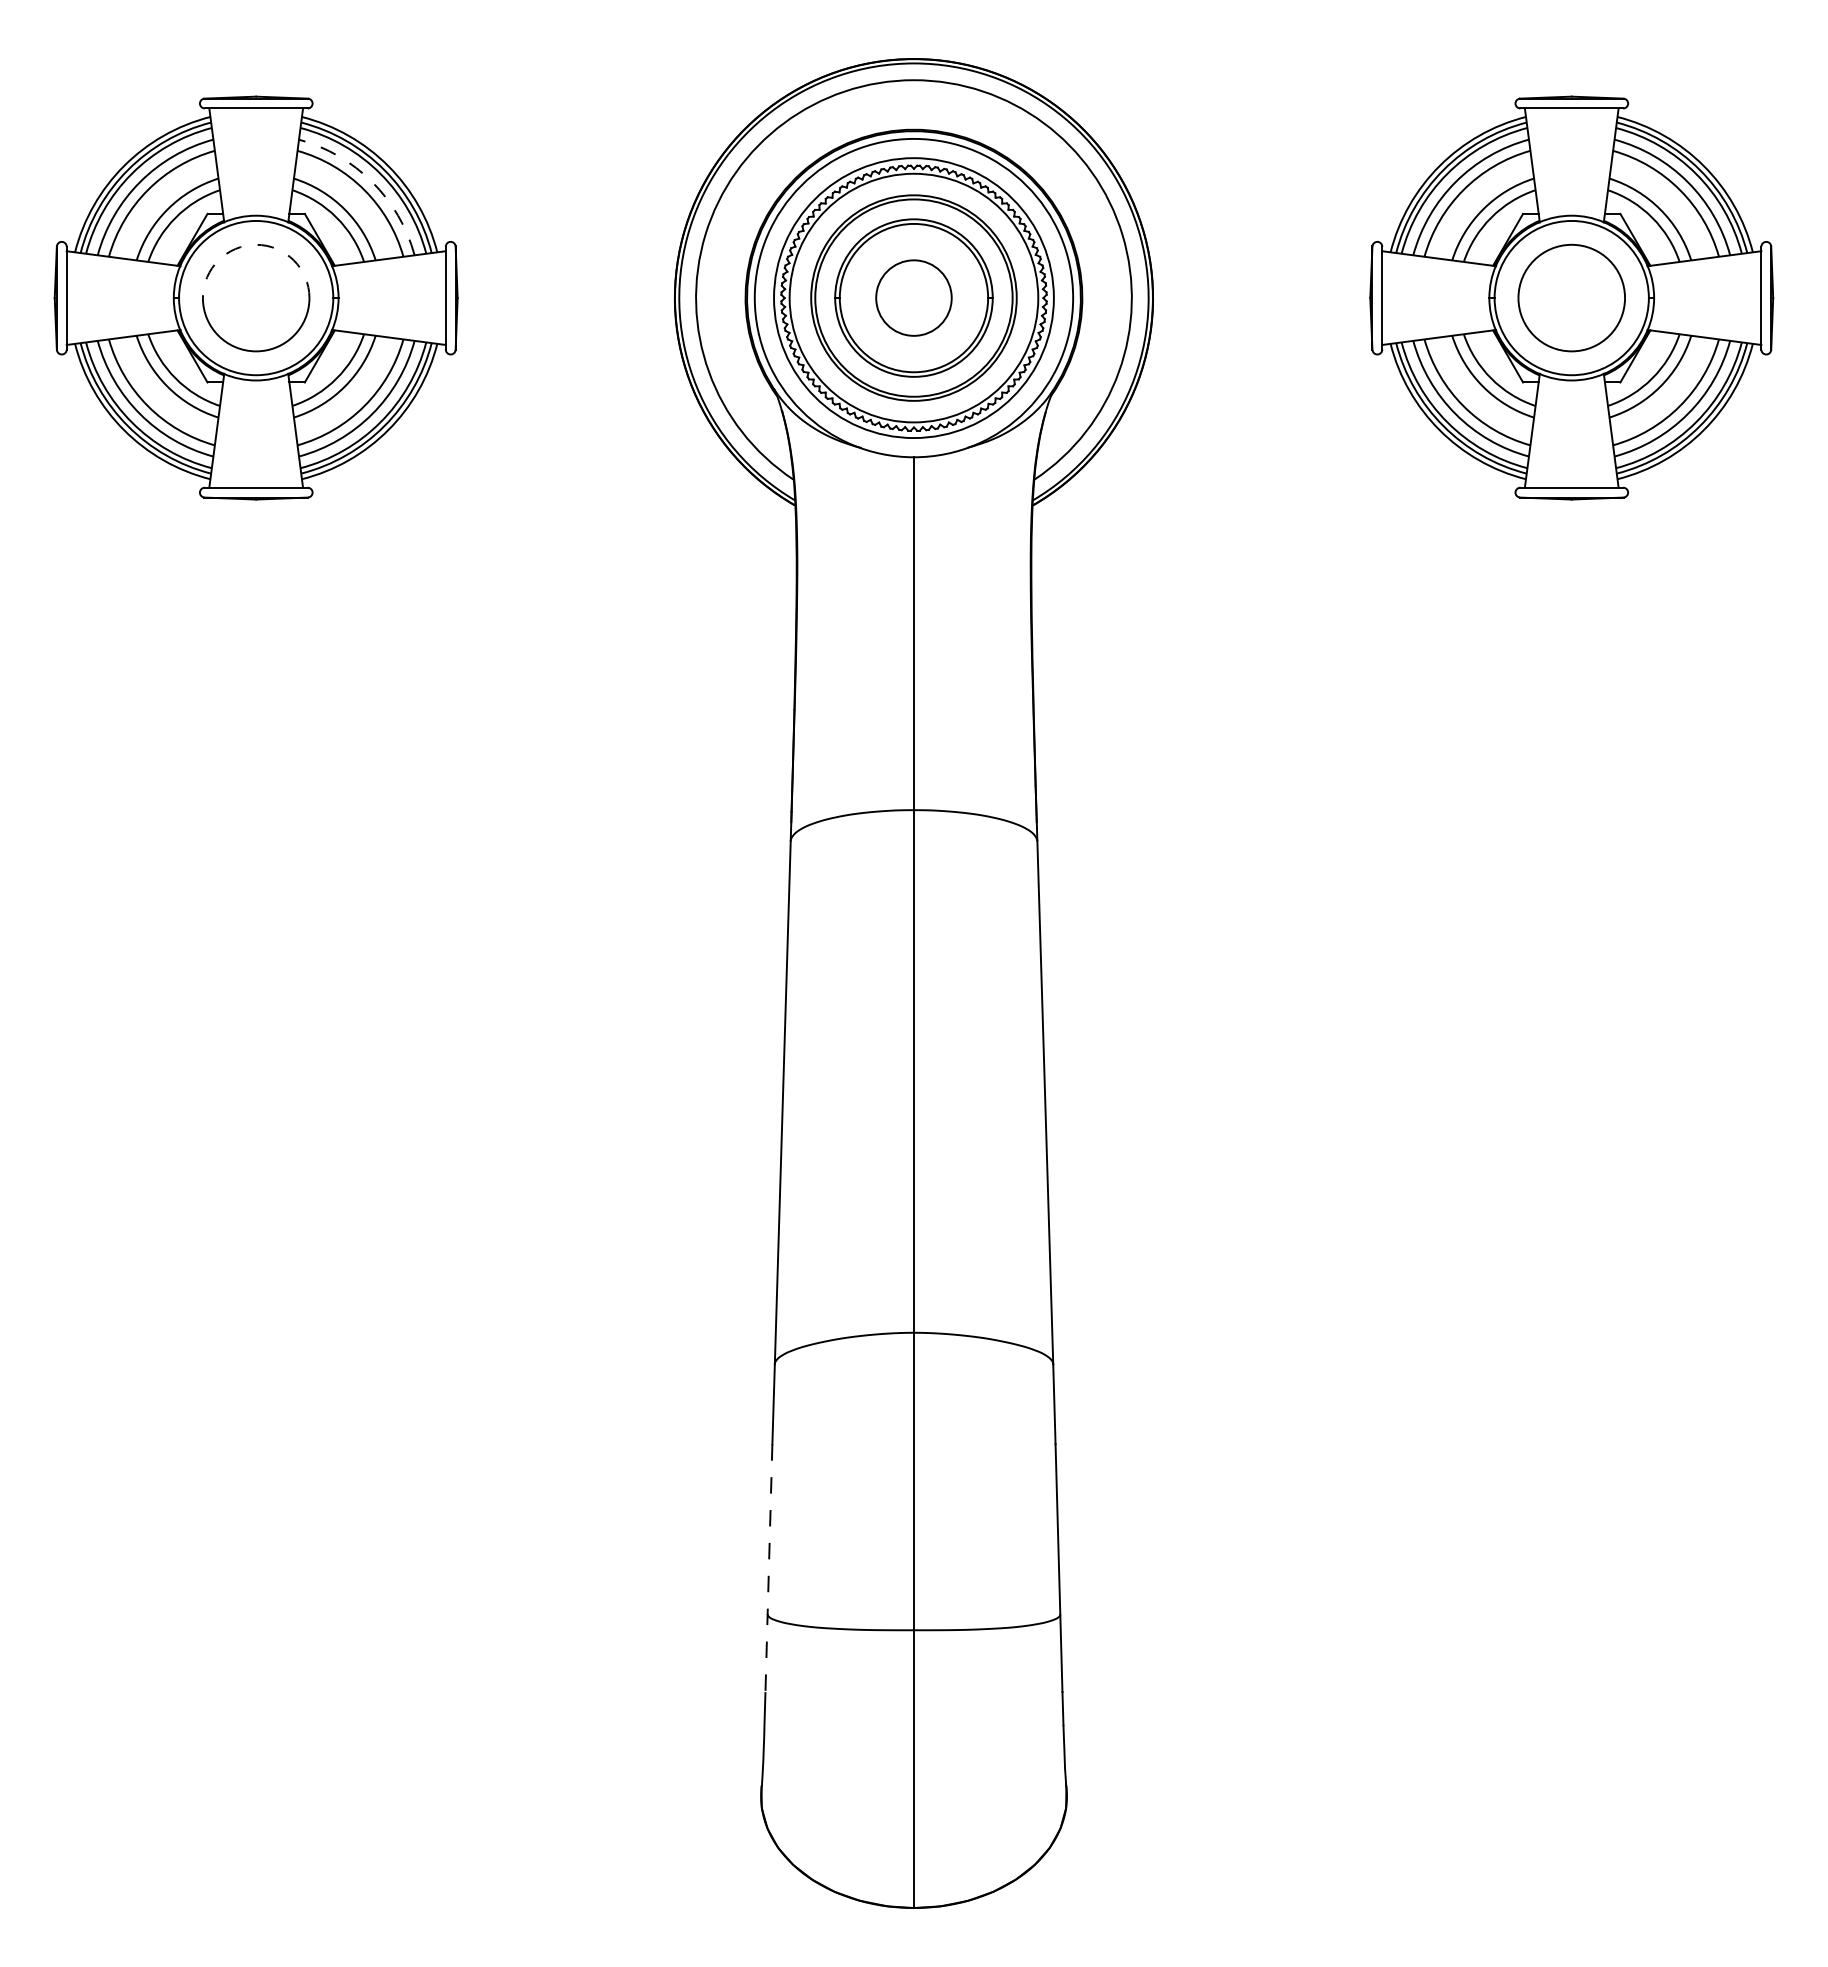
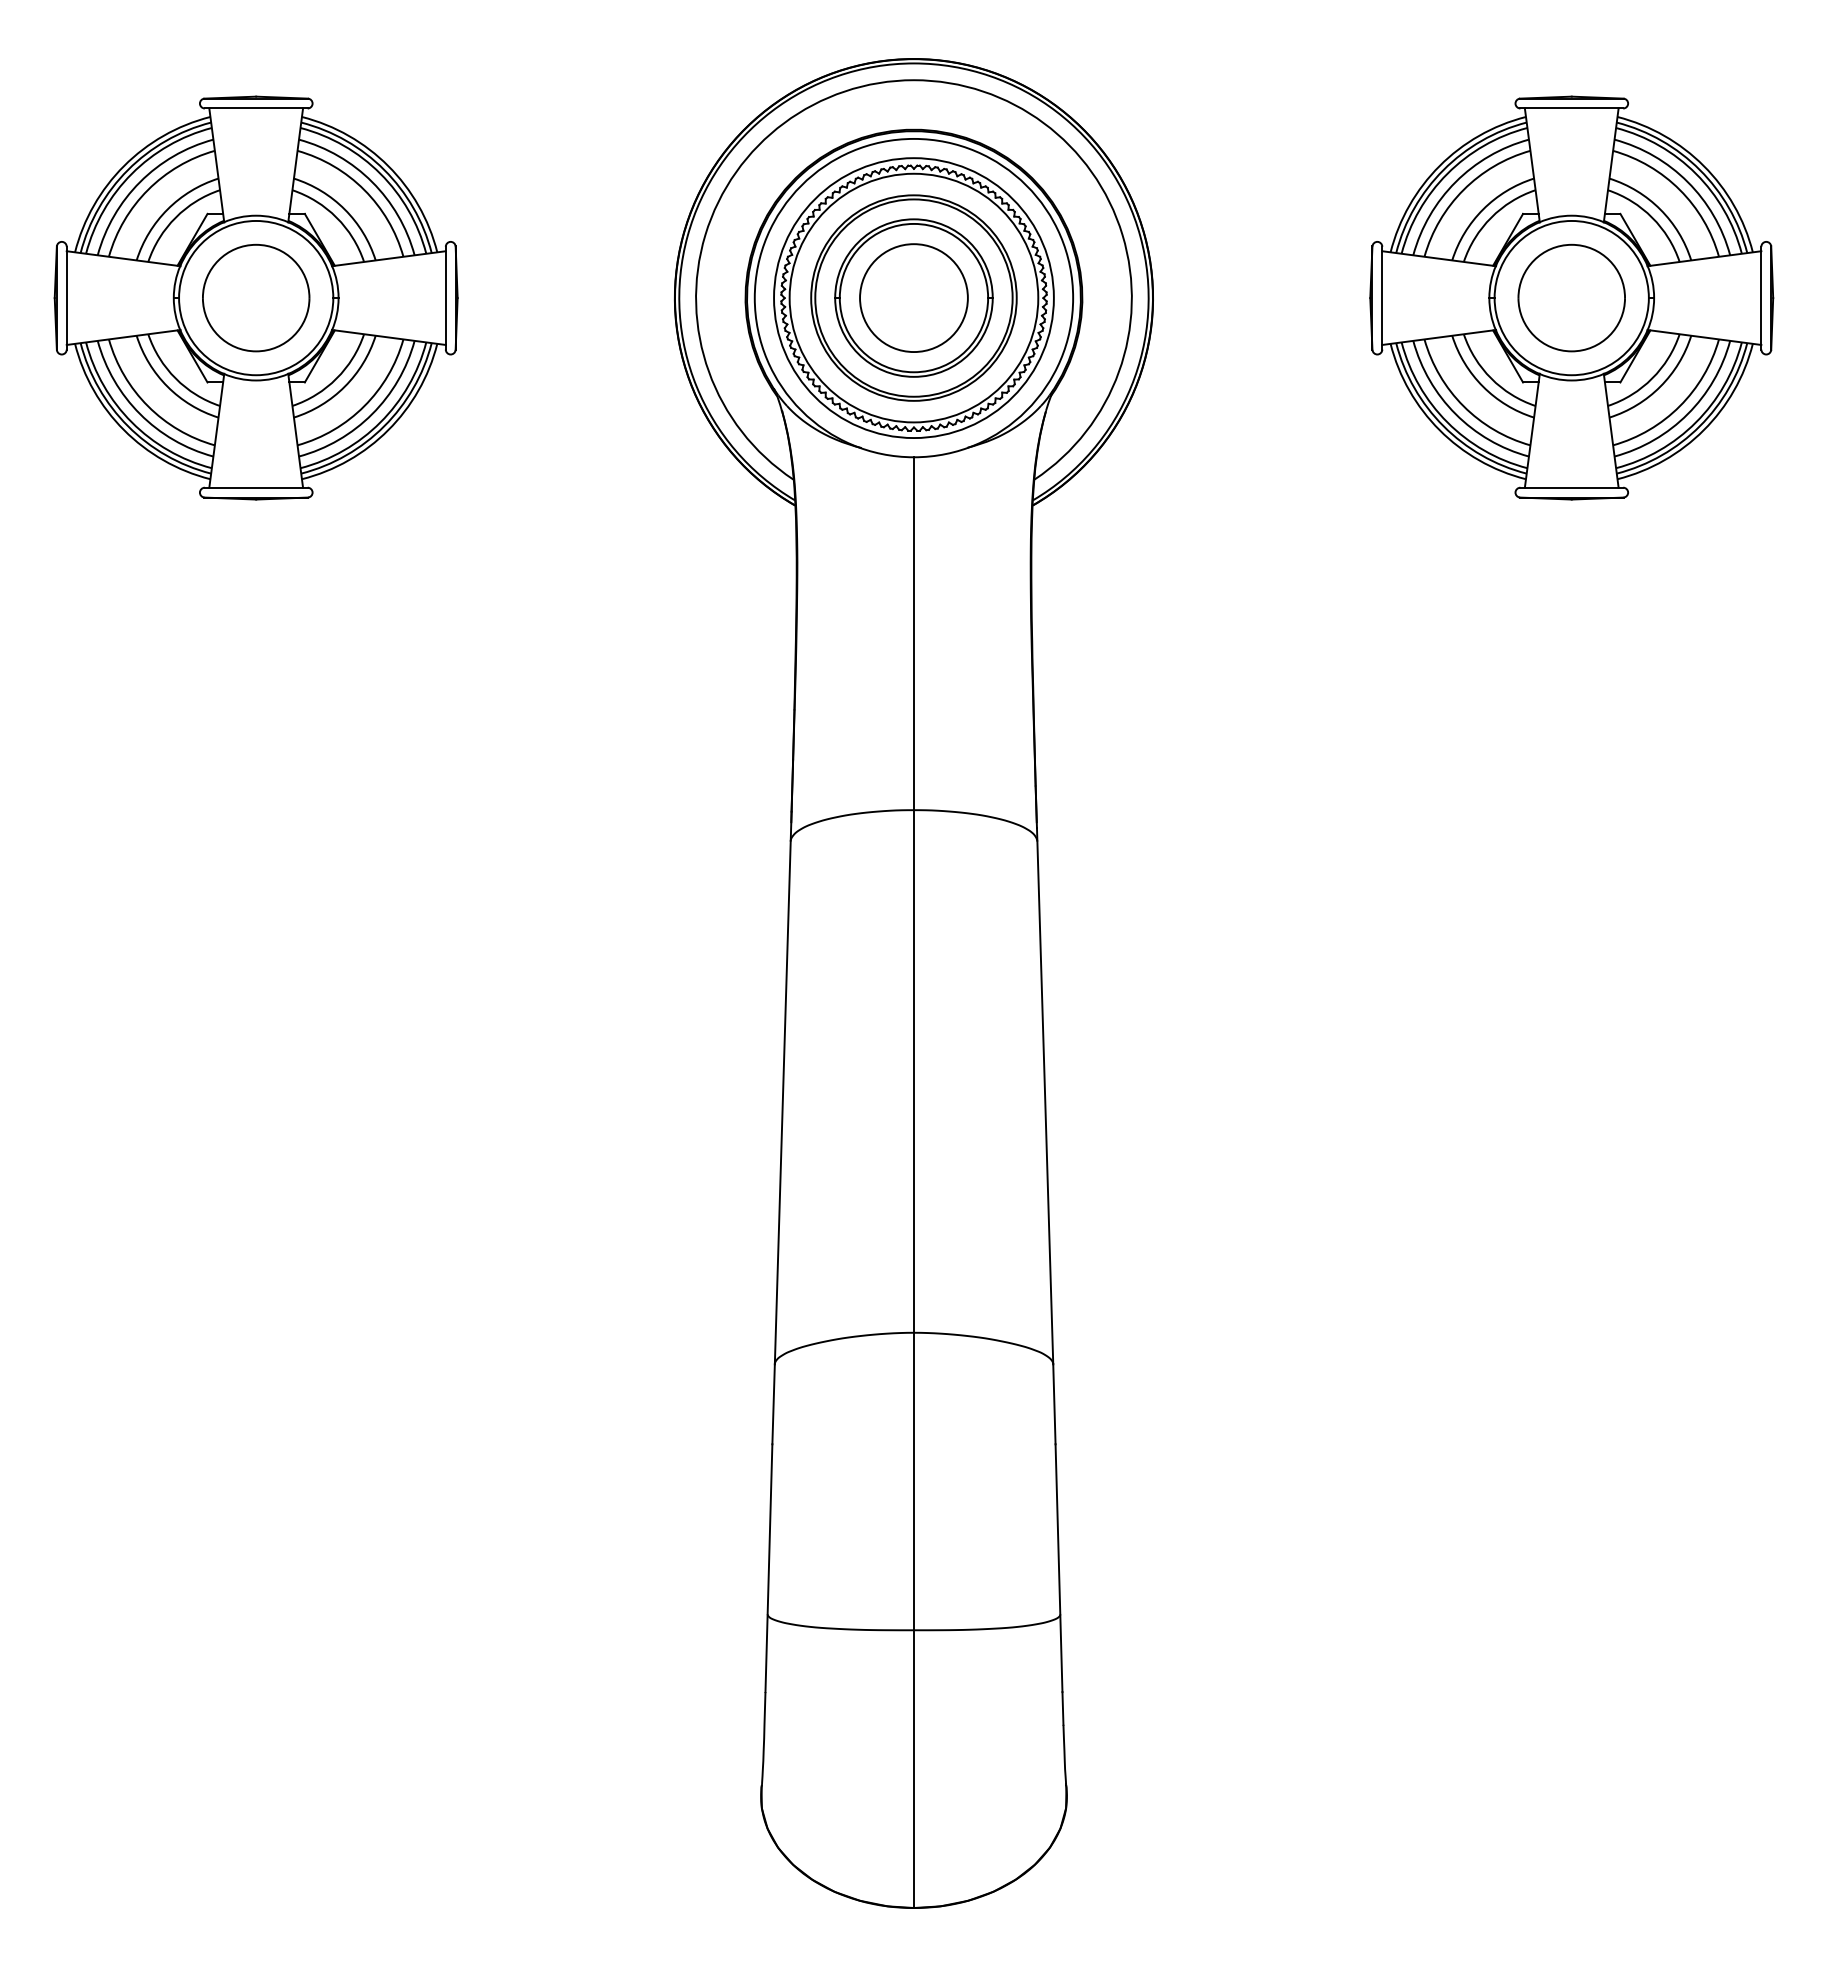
arc at (372, 182): dashed -> solid
arc at (256, 244): dashed -> solid
circle at (913, 297) diameter: 76 px -> 108 px
line at (768, 1568): dashed -> solid
